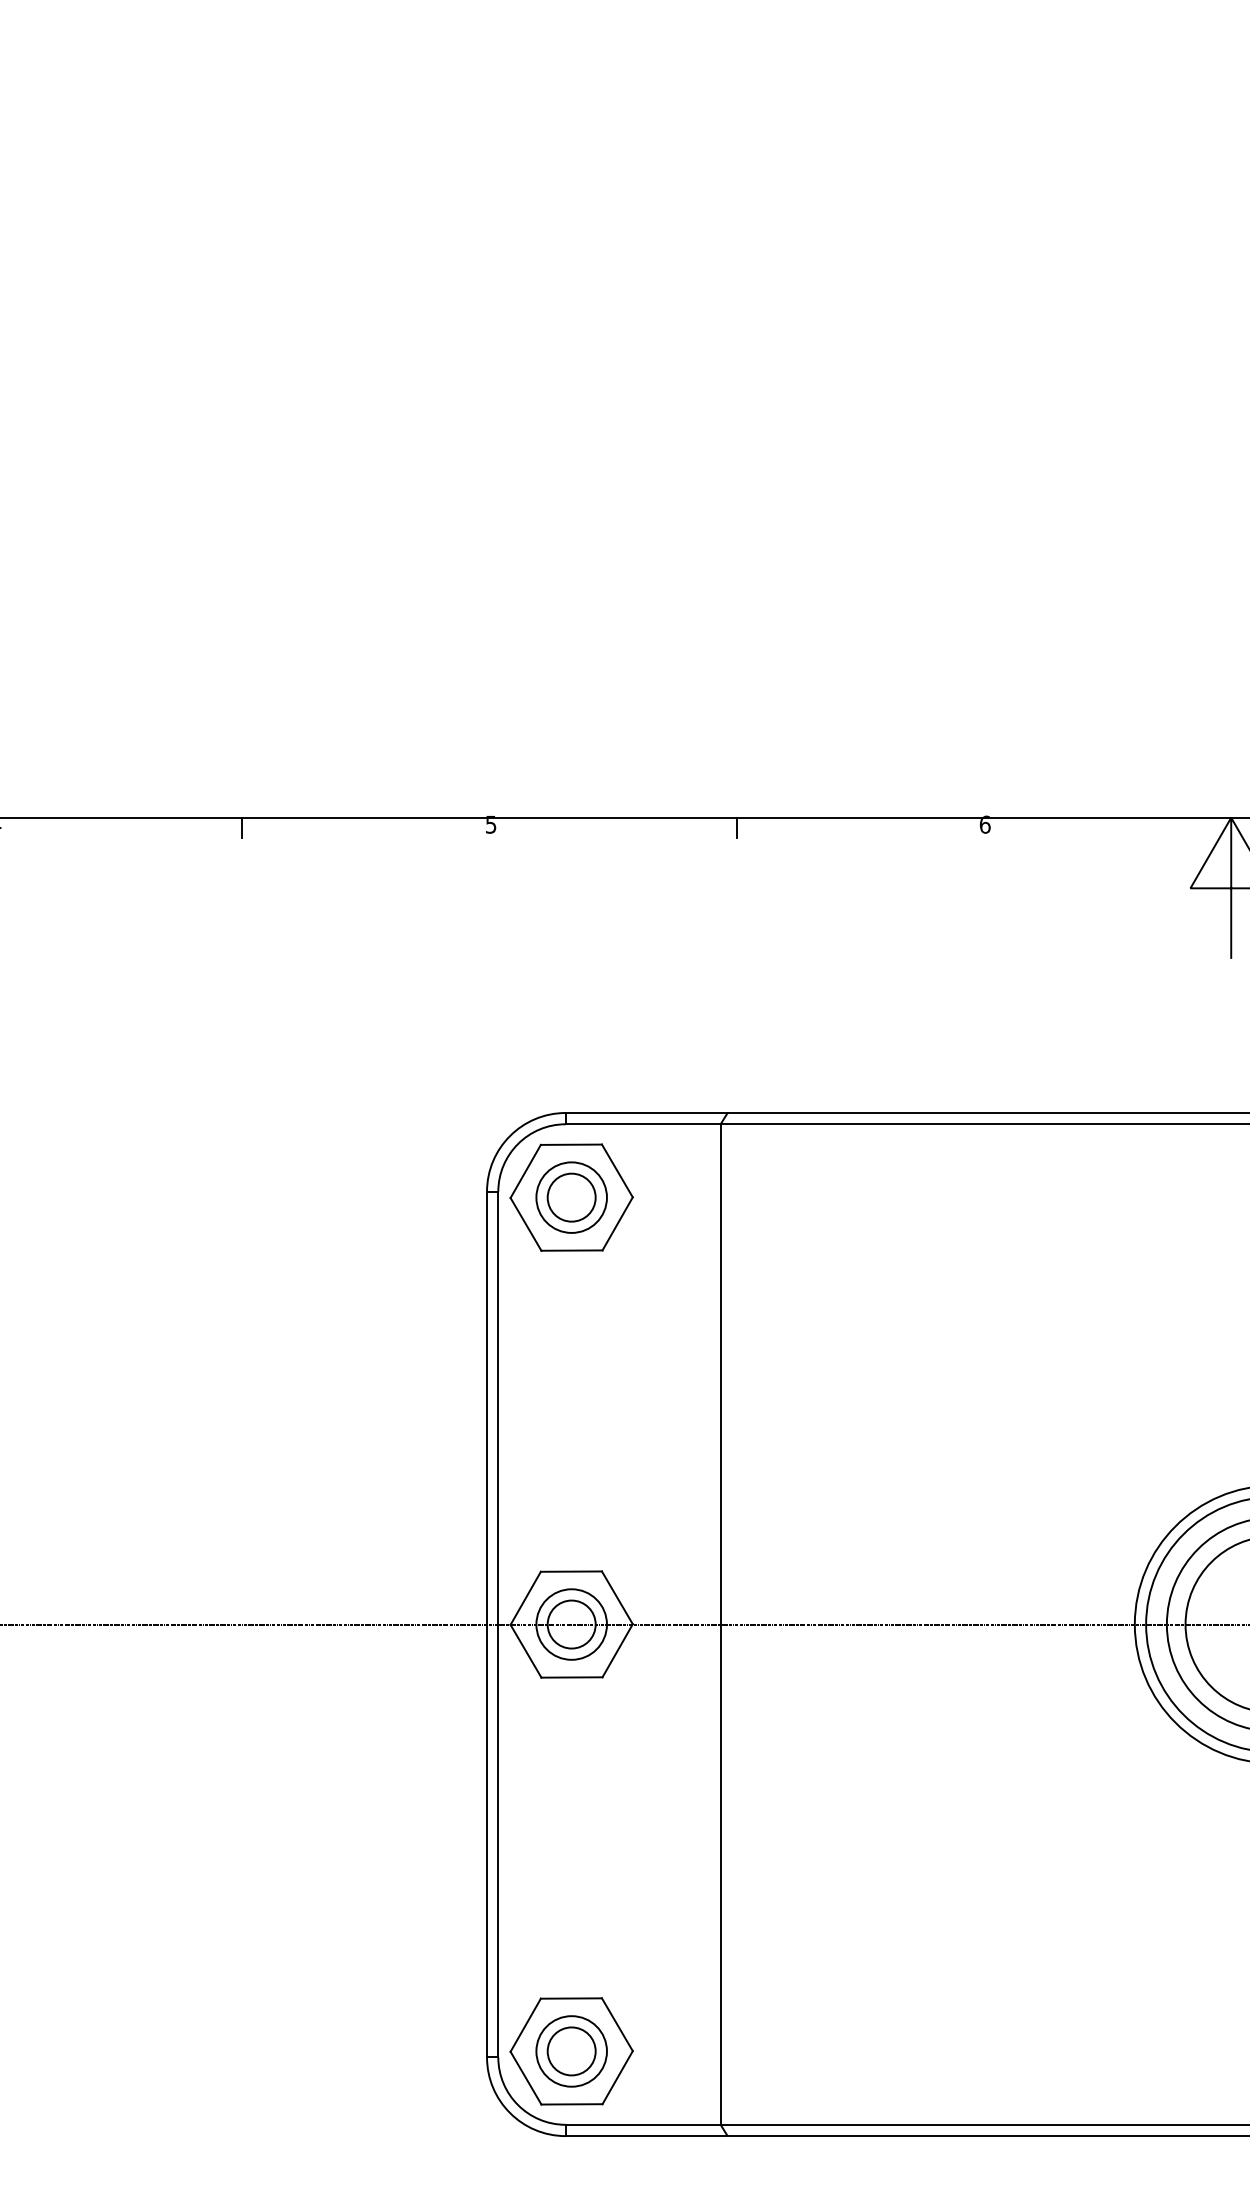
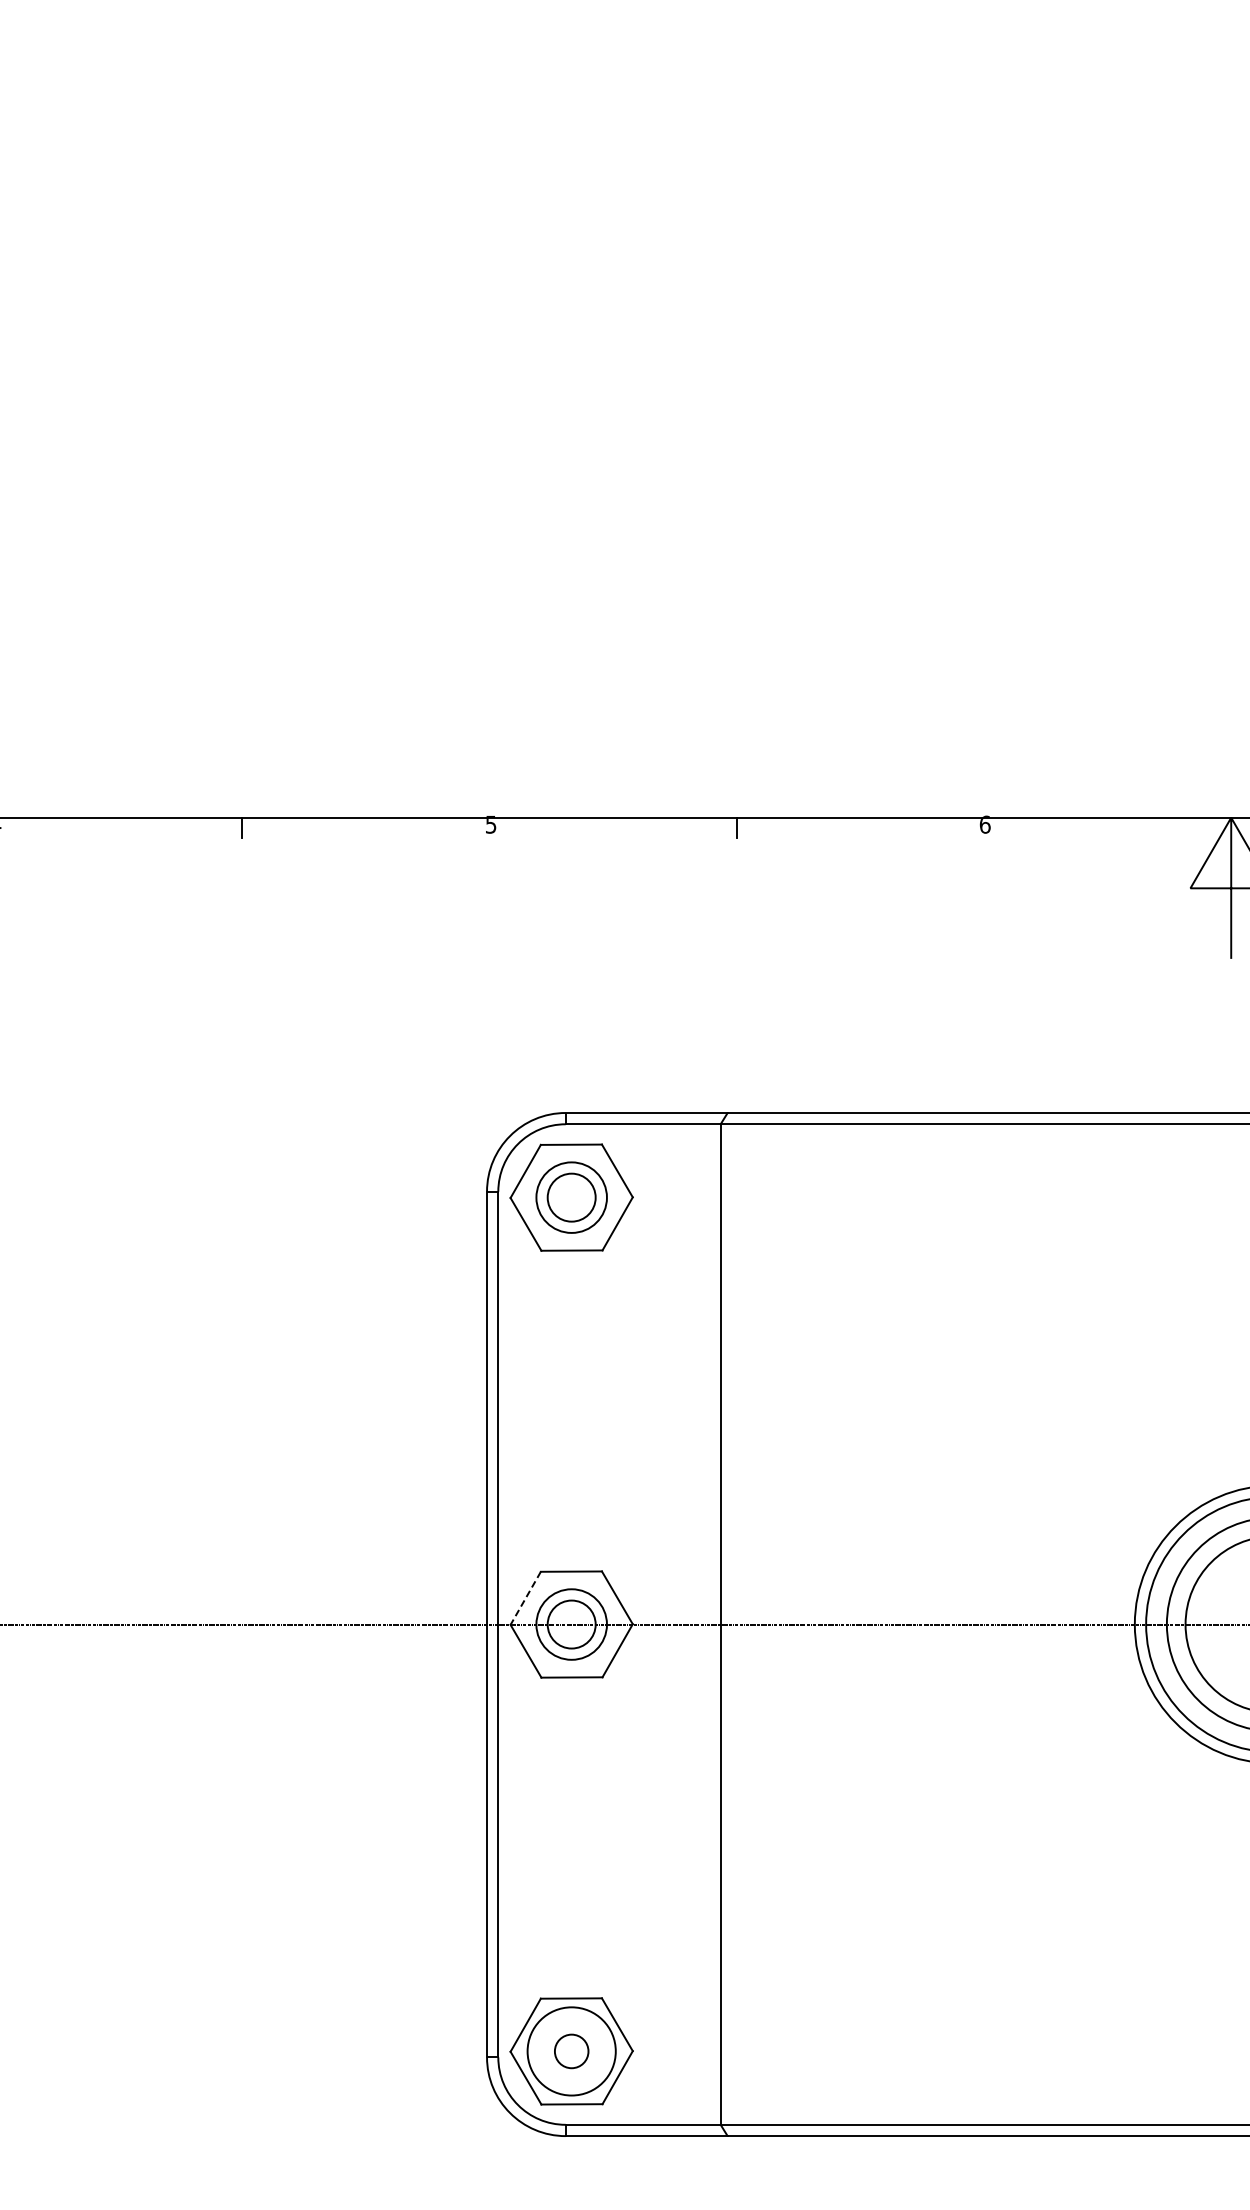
line at (525, 1598): solid -> dashed
circle at (571, 2051) diameter: 48 px -> 34 px
circle at (571, 2051) diameter: 71 px -> 88 px
